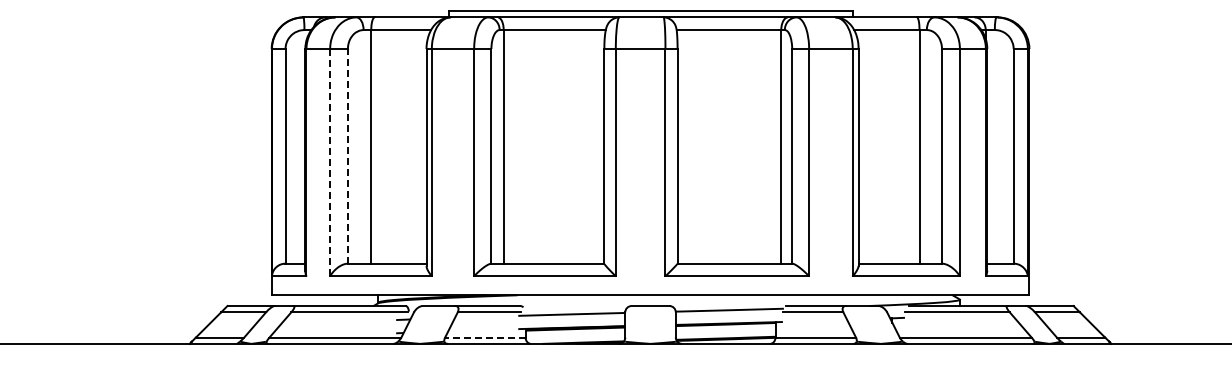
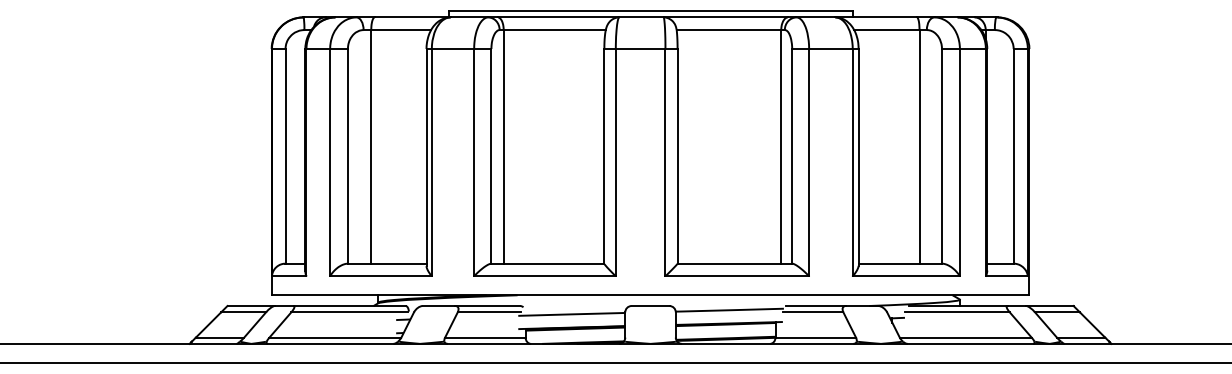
line at (347, 155): dashed -> solid
line at (330, 162): dashed -> solid
line at (484, 337): dashed -> solid
line at (615, 362): none -> present
